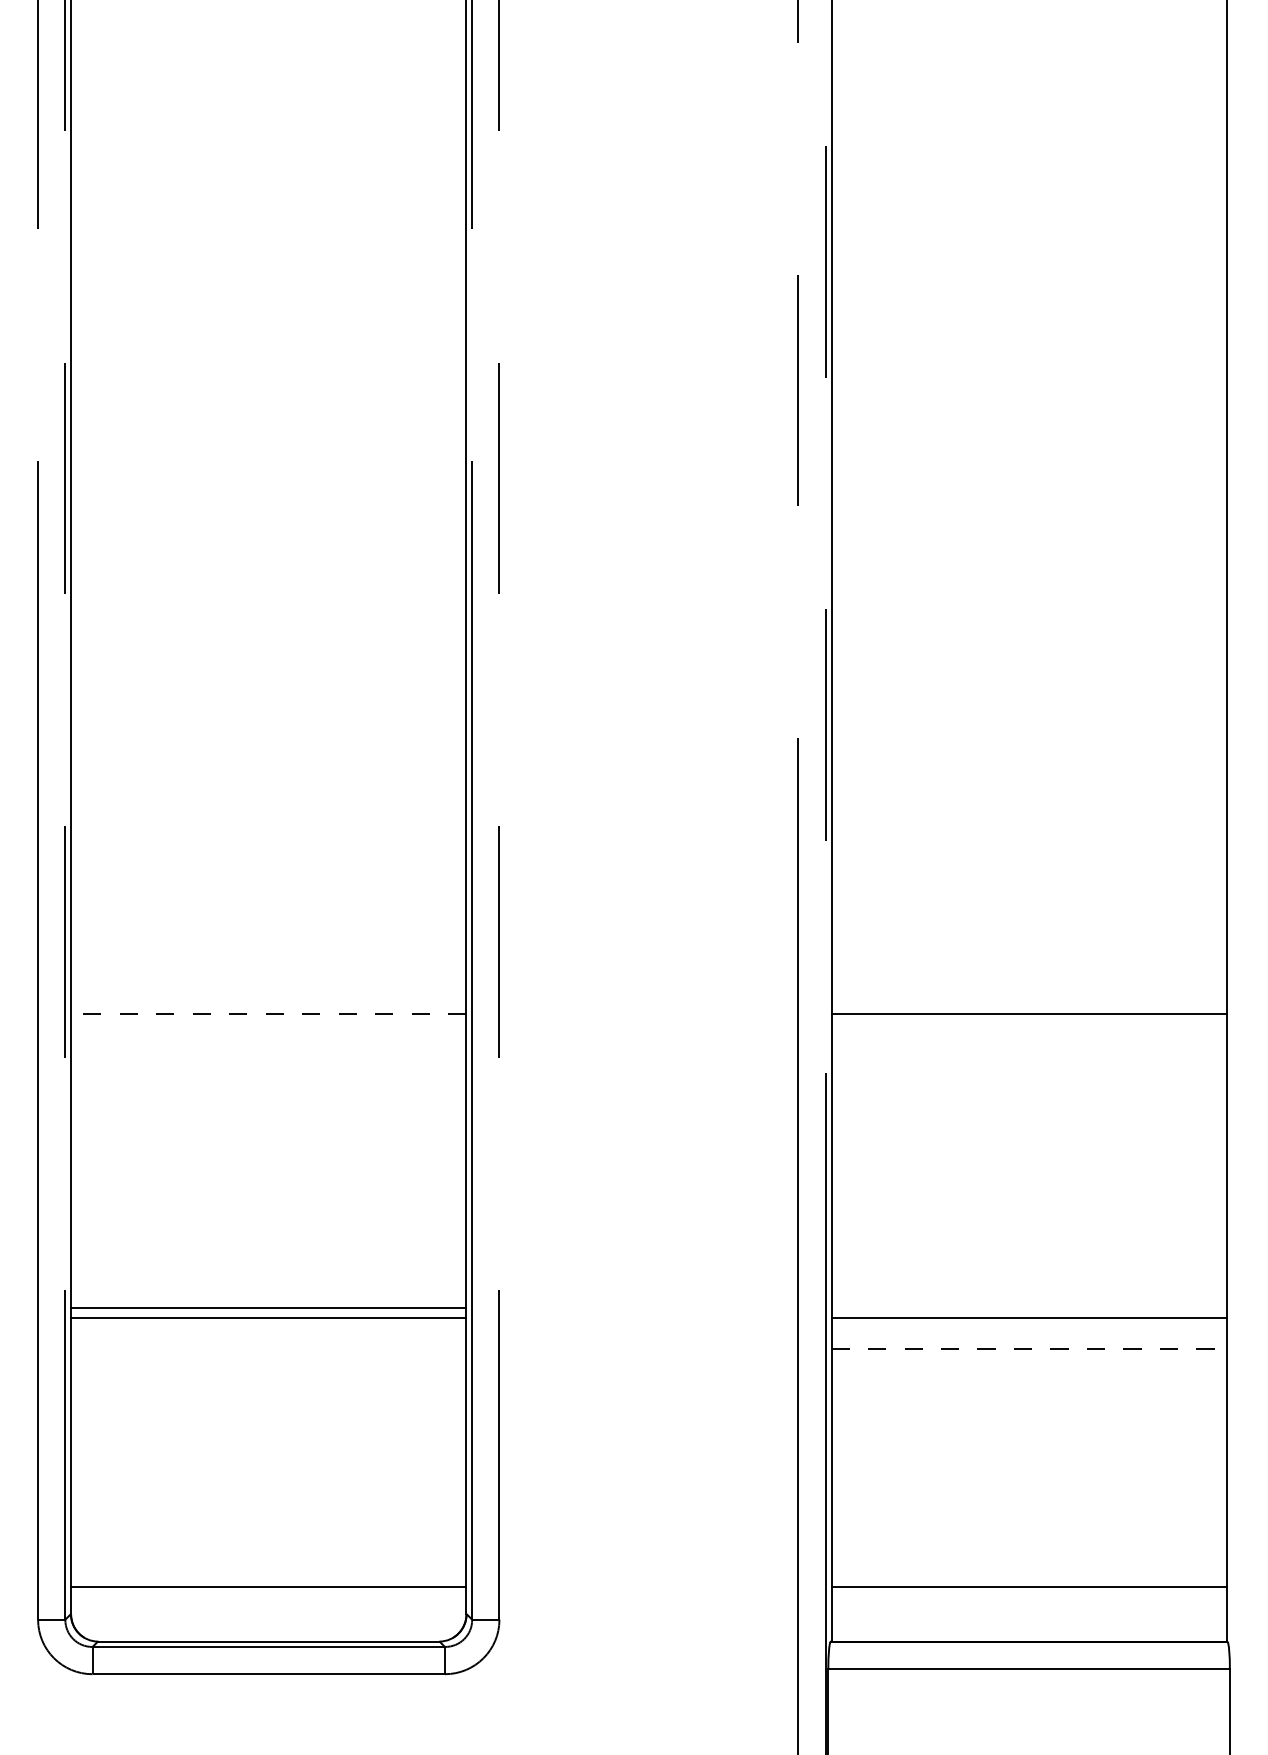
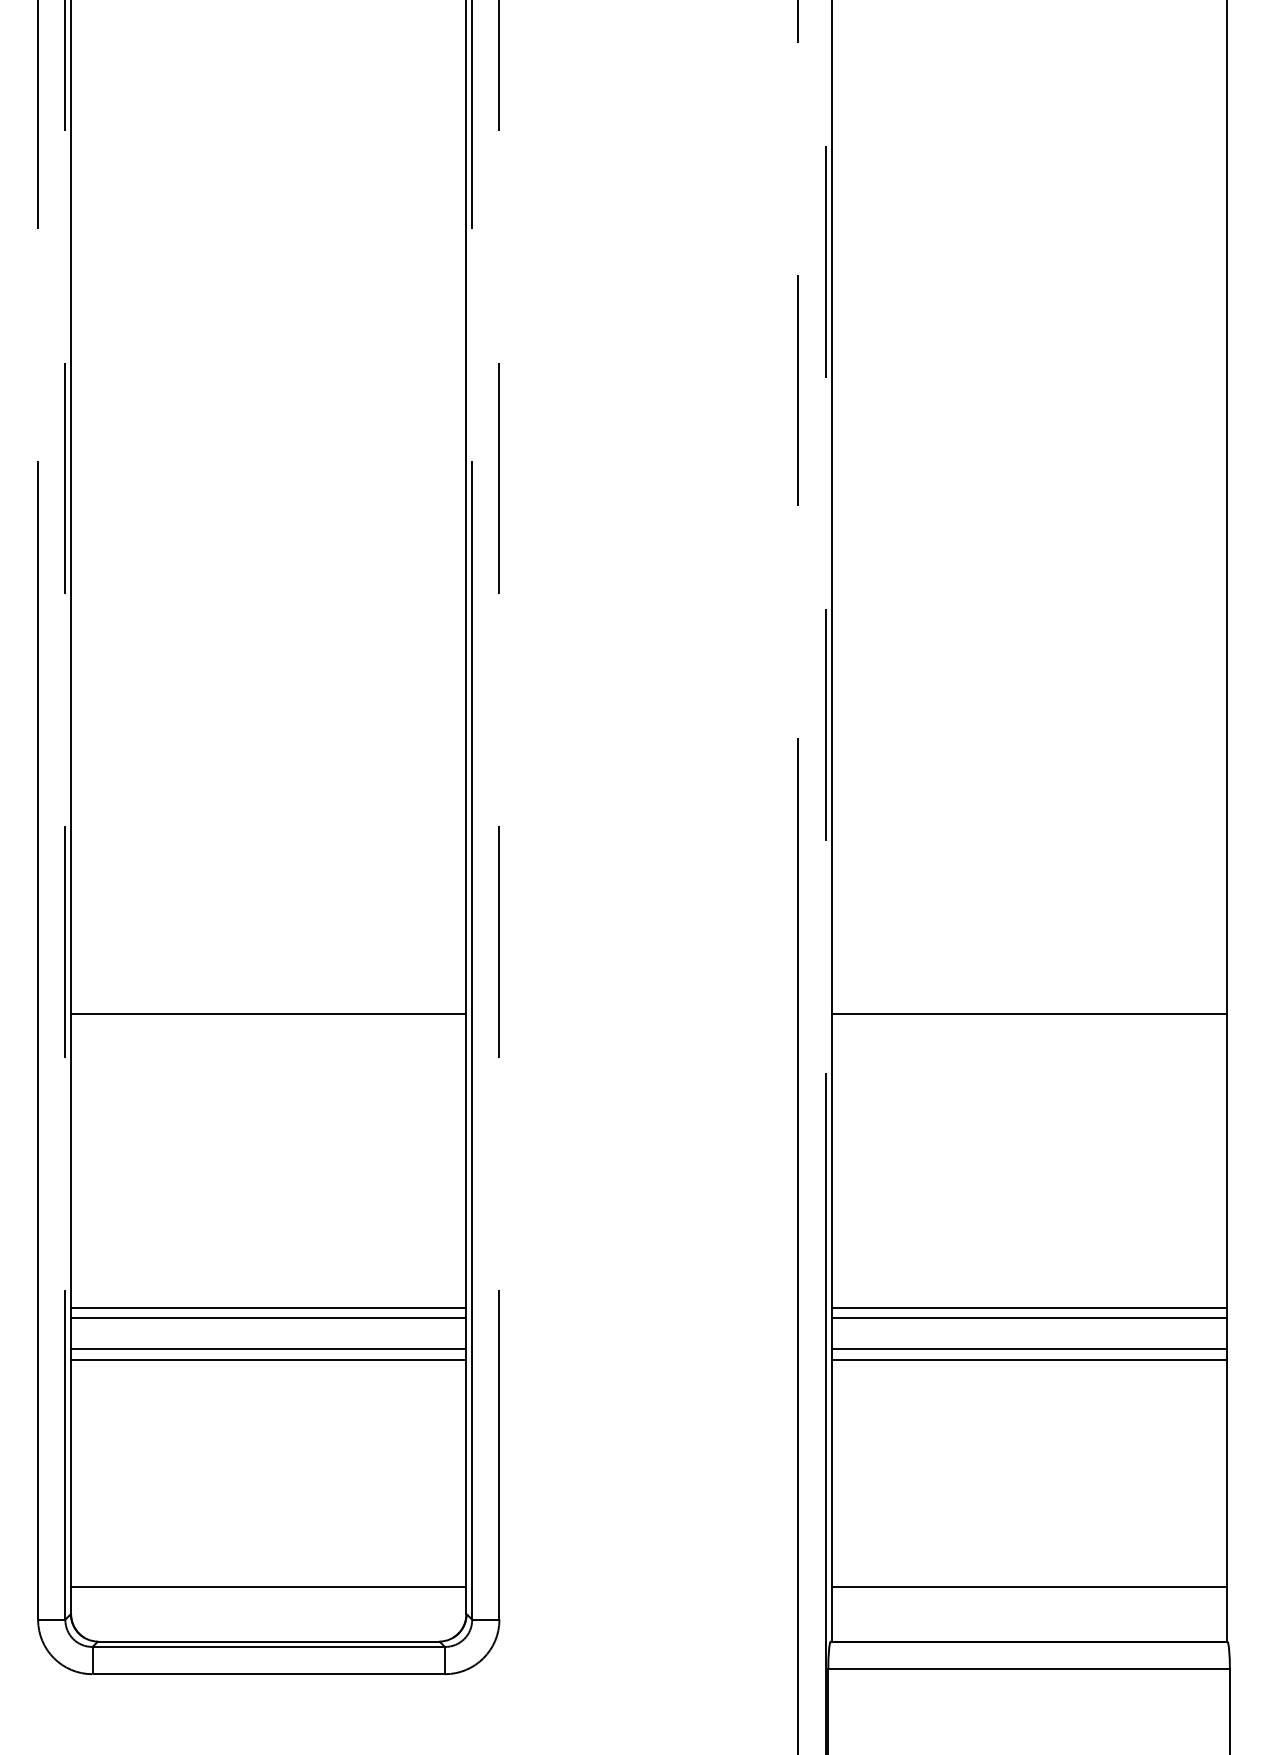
line at (268, 1013): dashed -> solid
line at (1028, 1307): none -> present
line at (268, 1348): none -> present
line at (1029, 1348): dashed -> solid
line at (268, 1359): none -> present
line at (1028, 1359): none -> present
